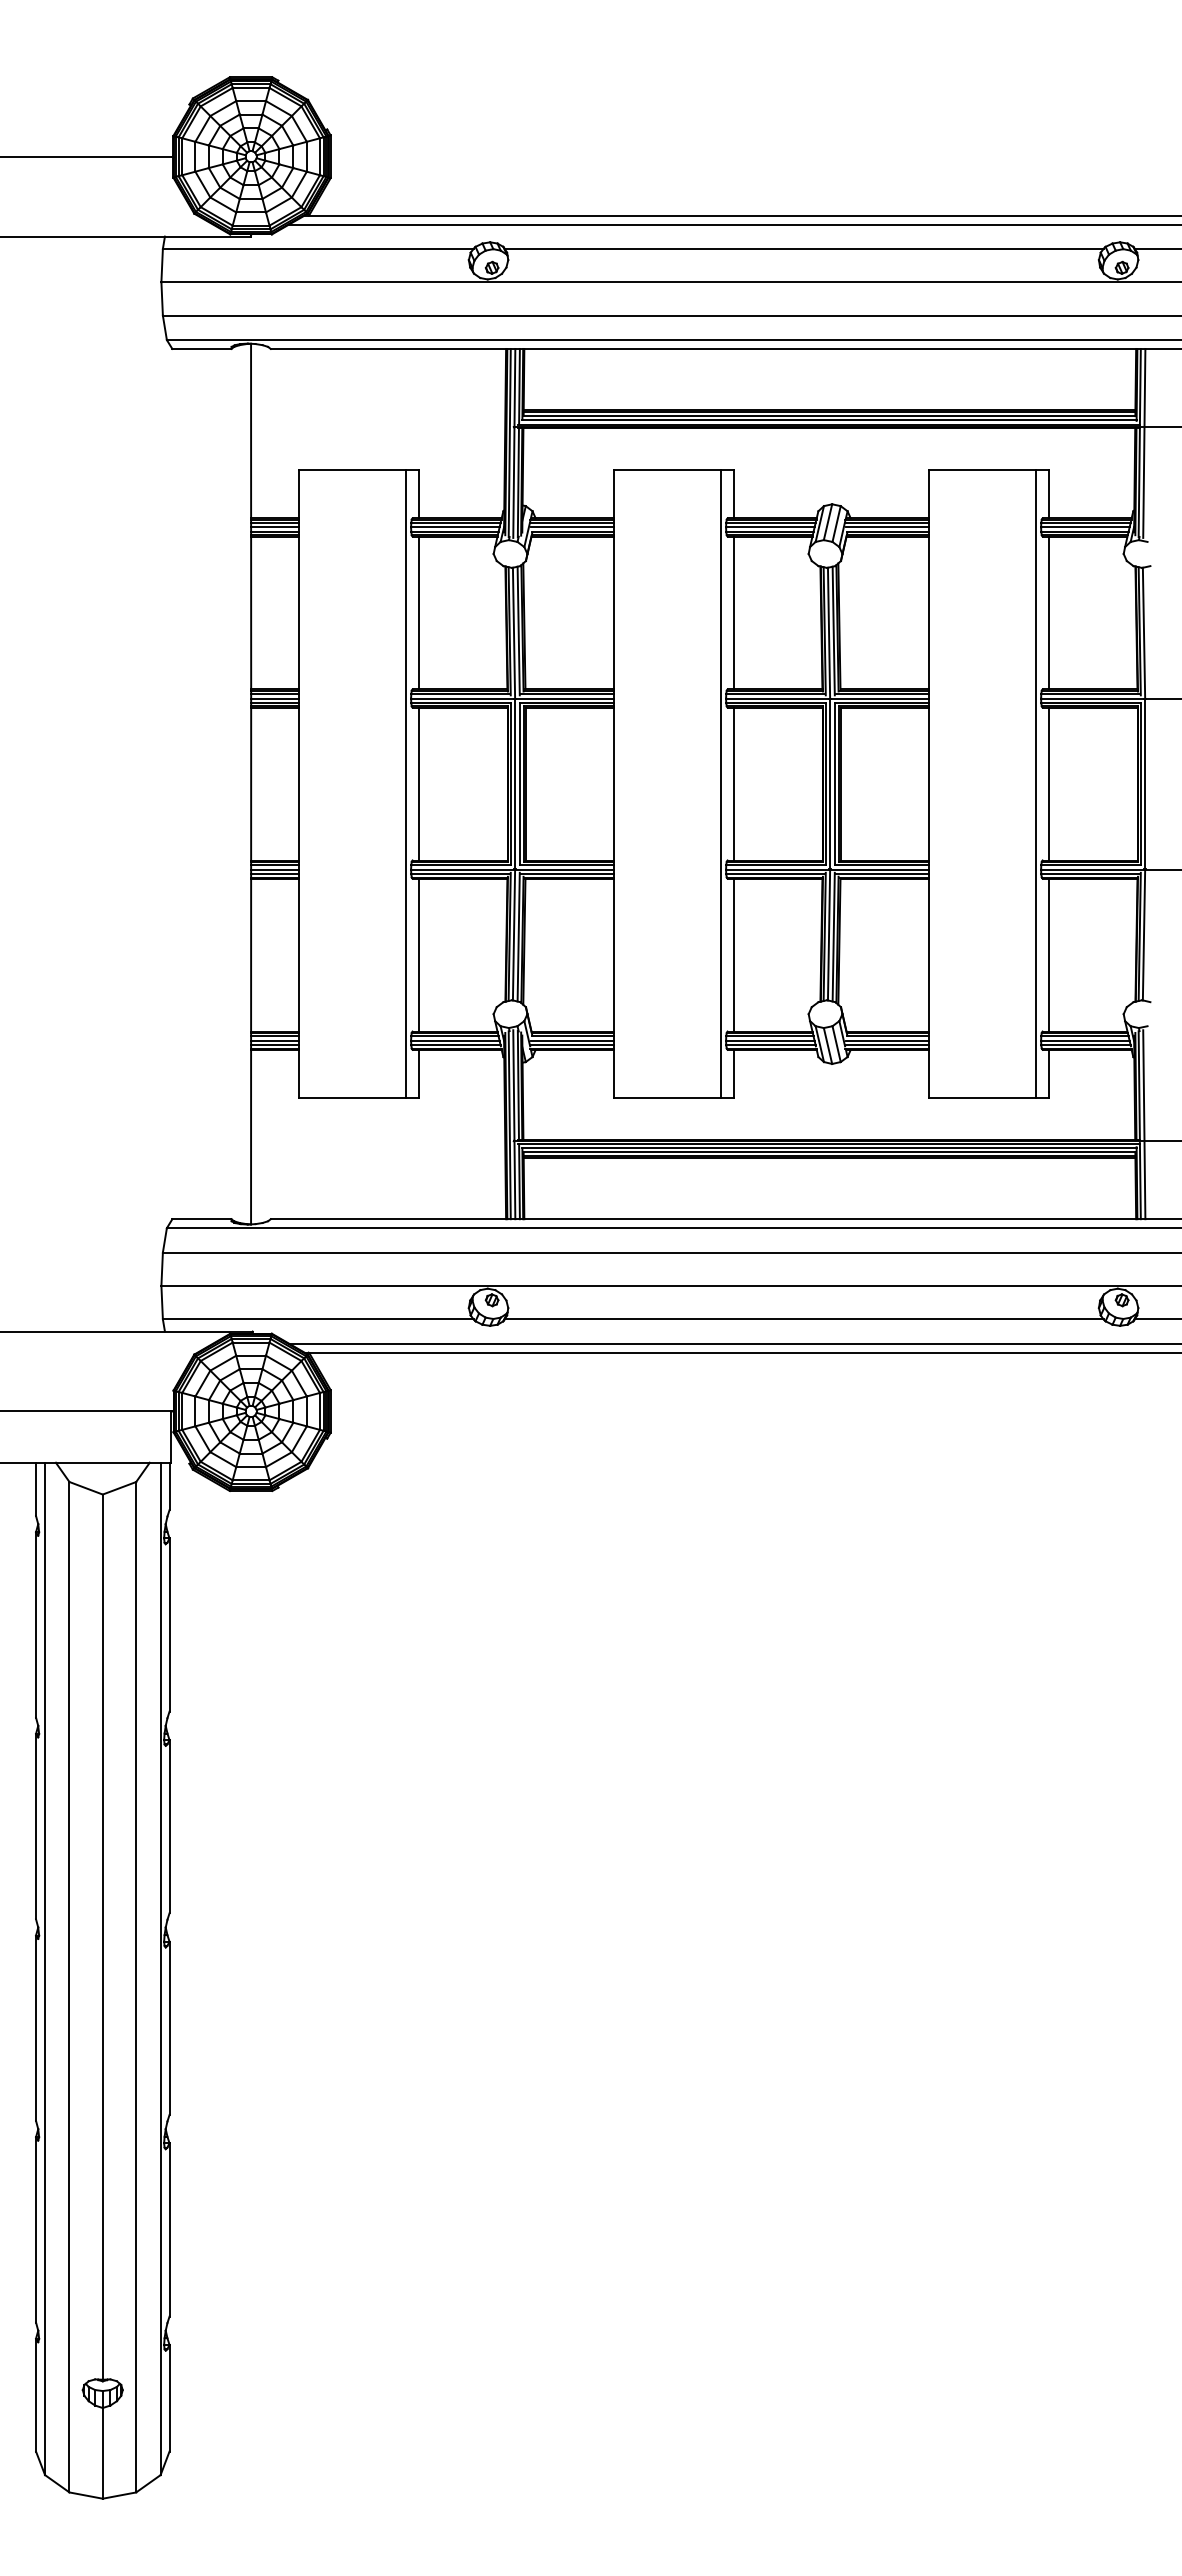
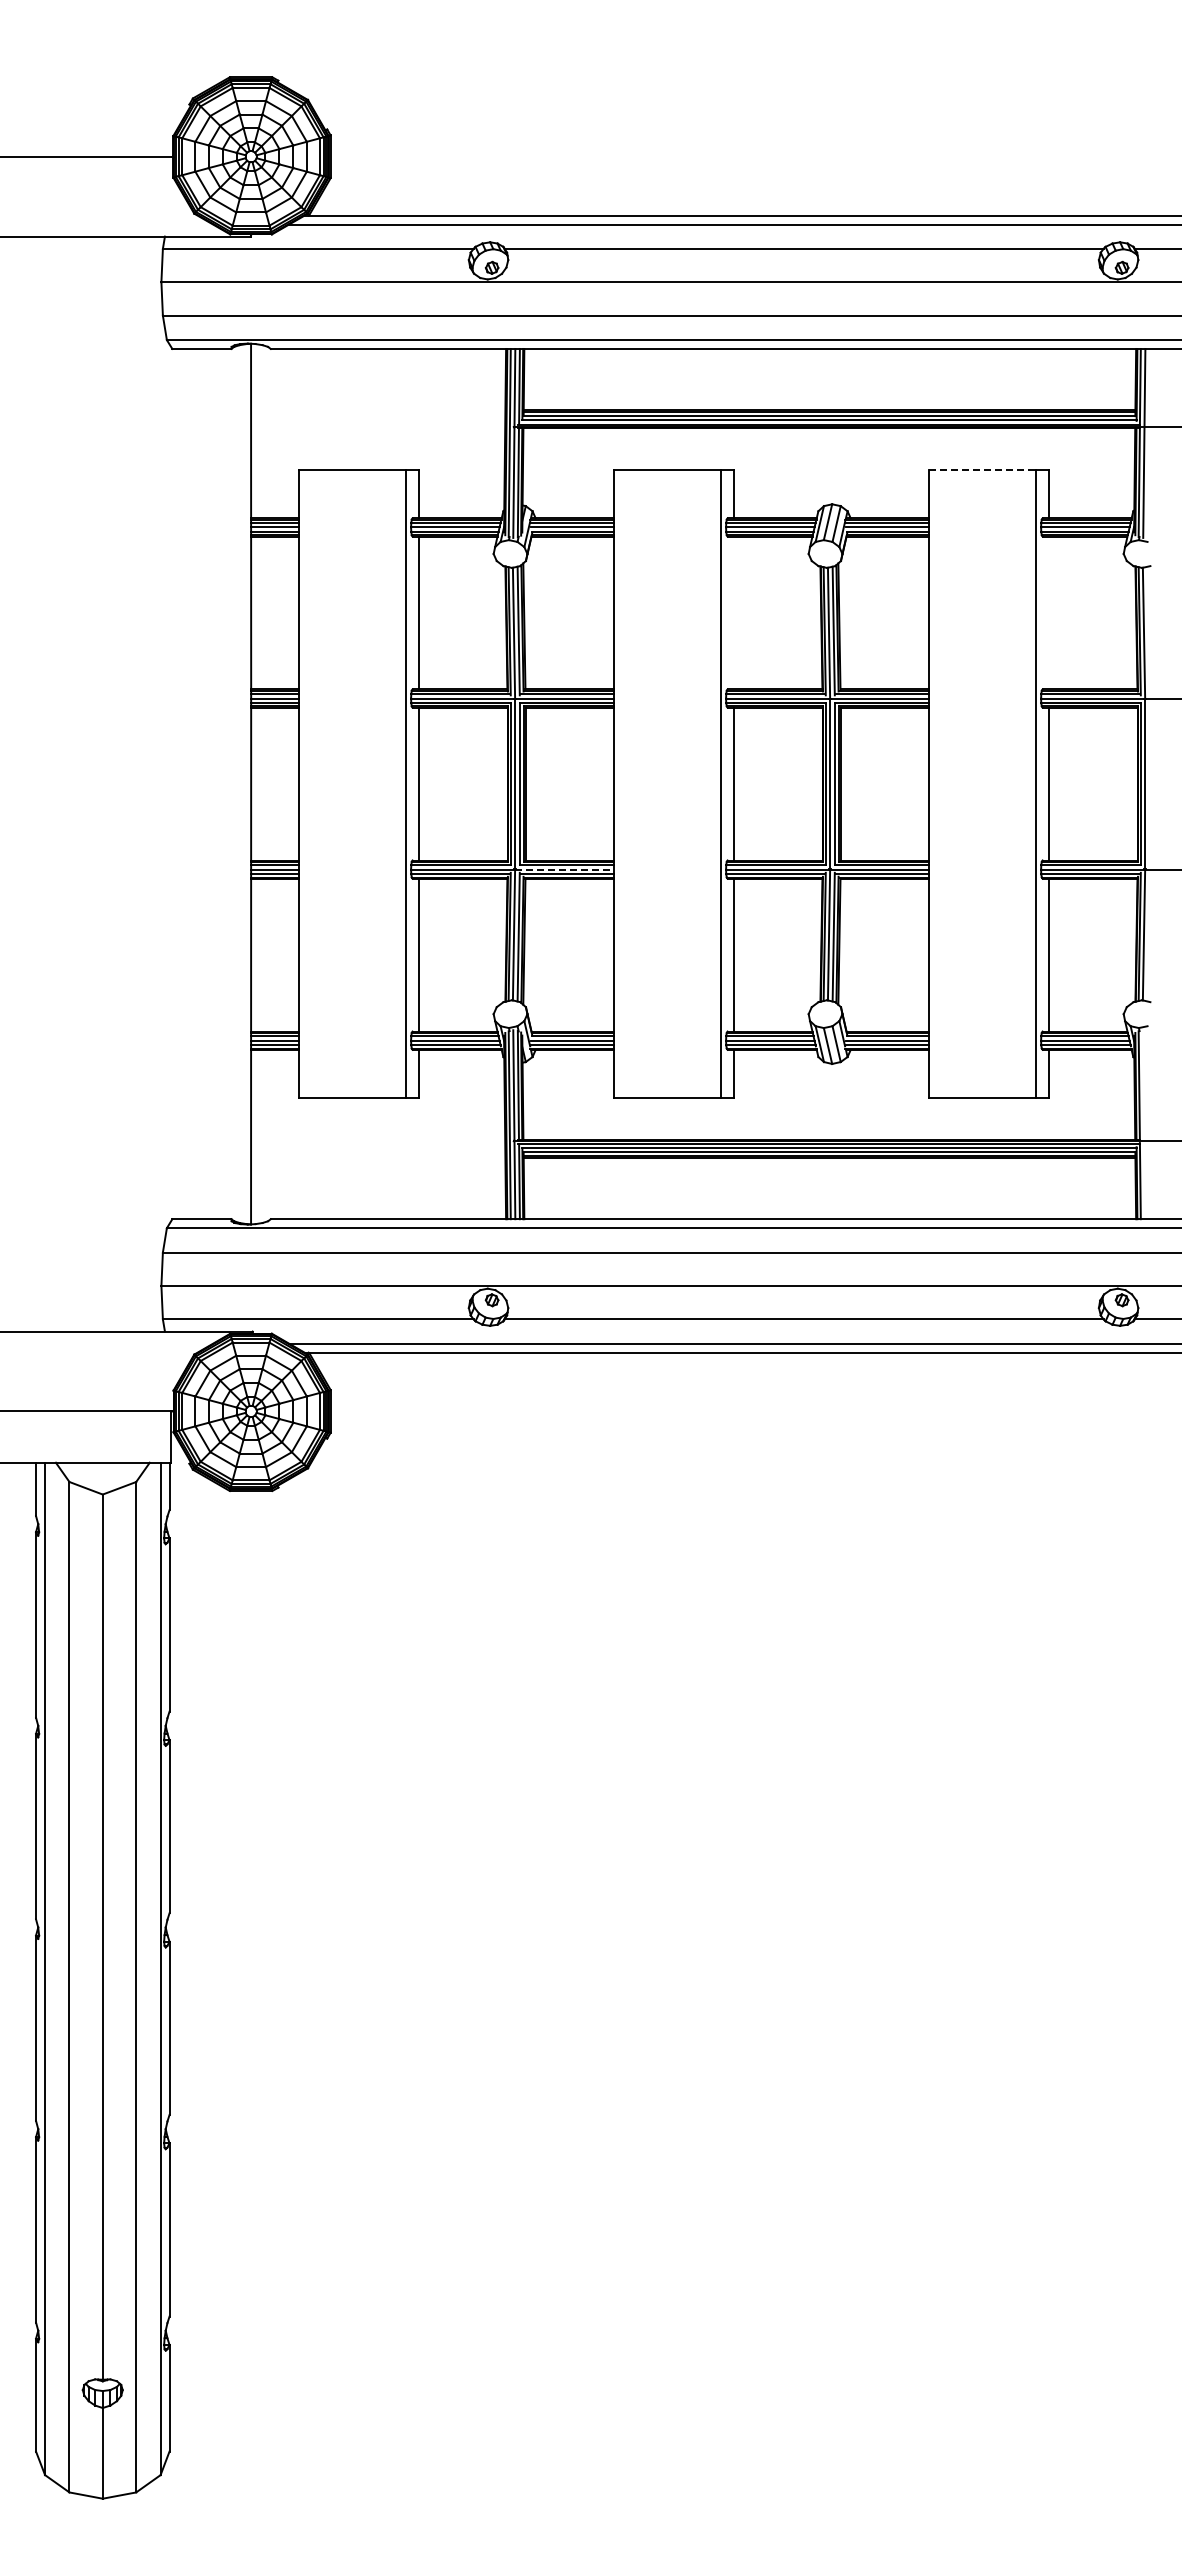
line at (983, 470): solid -> dashed
line at (734, 612): present -> none
line at (1049, 612): present -> none
line at (565, 869): solid -> dashed
line at (1144, 1124): present -> none
